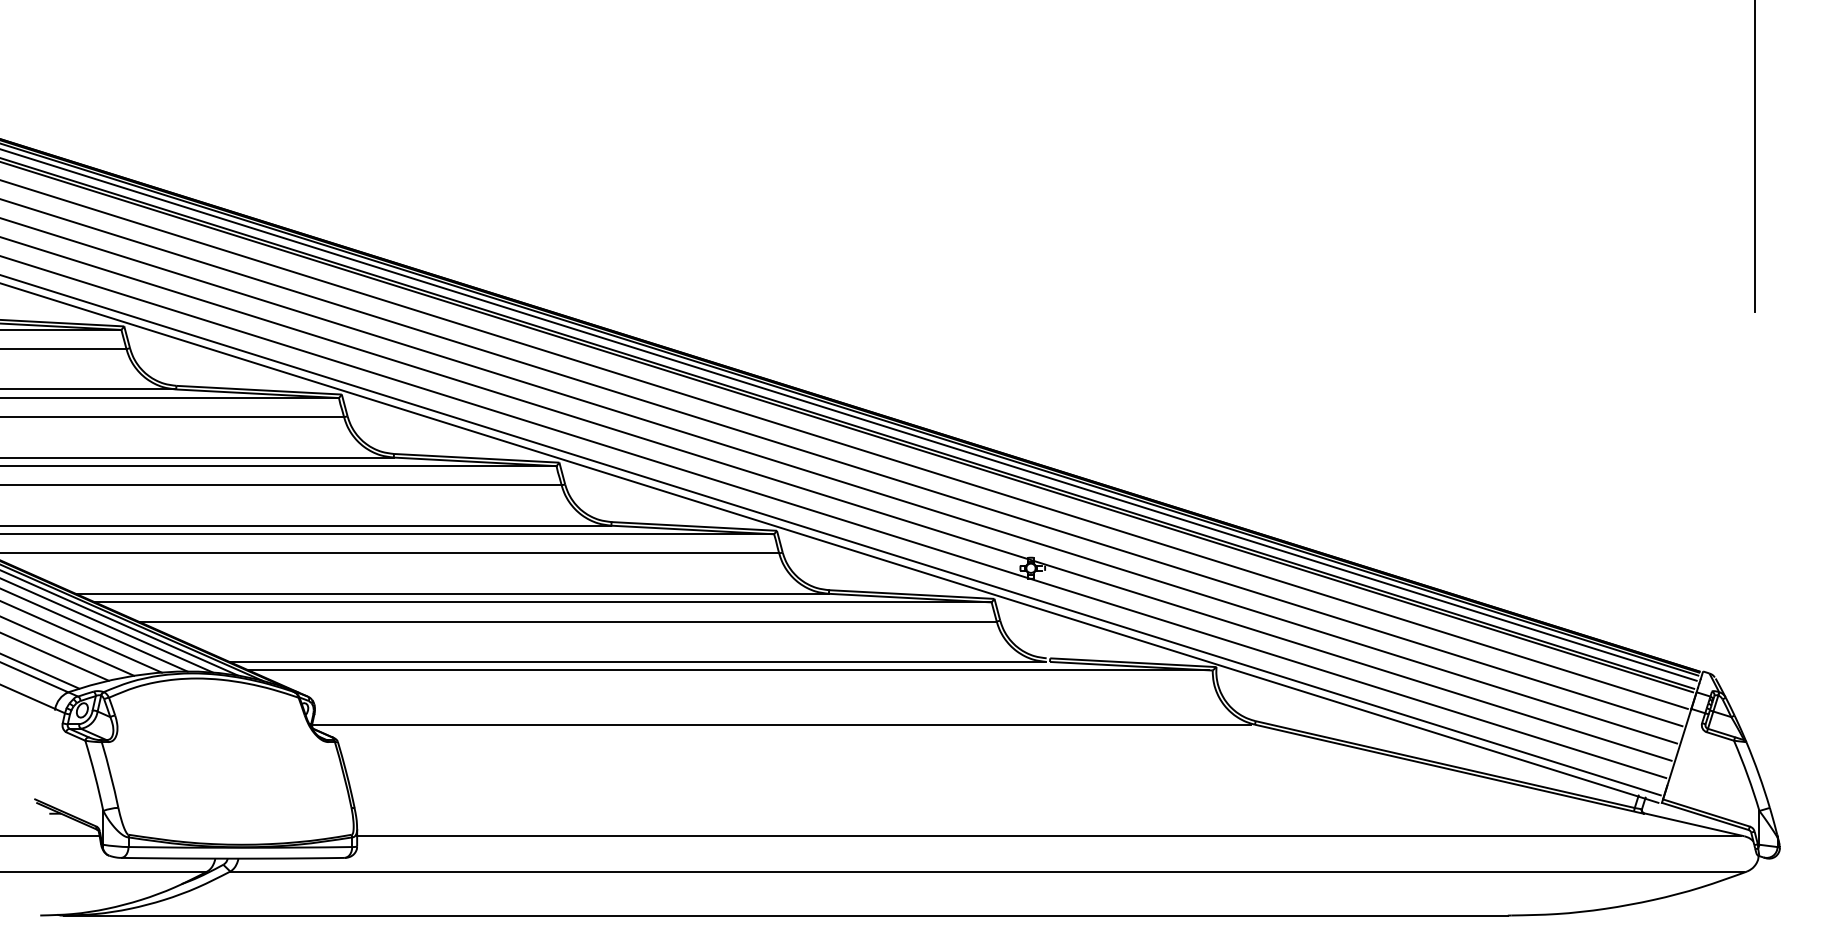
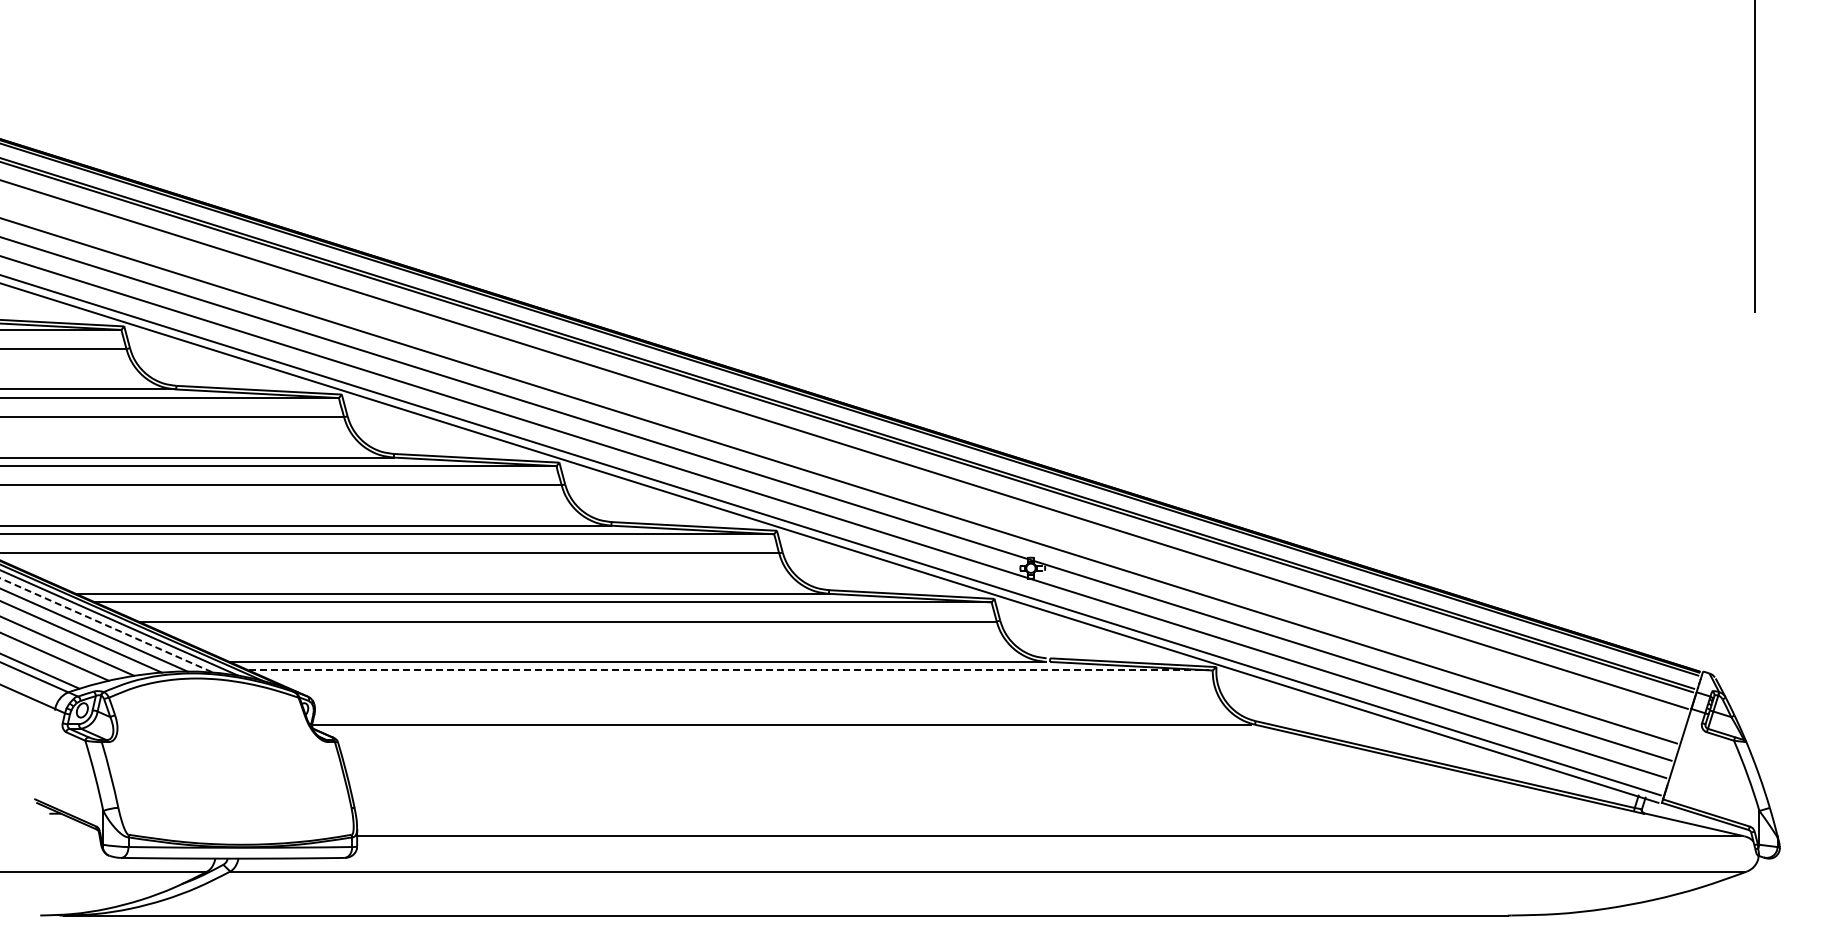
line at (849, 415): present -> none
line at (842, 462): present -> none
line at (107, 625): solid -> dashed
line at (729, 670): solid -> dashed
line at (50, 836): present -> none
